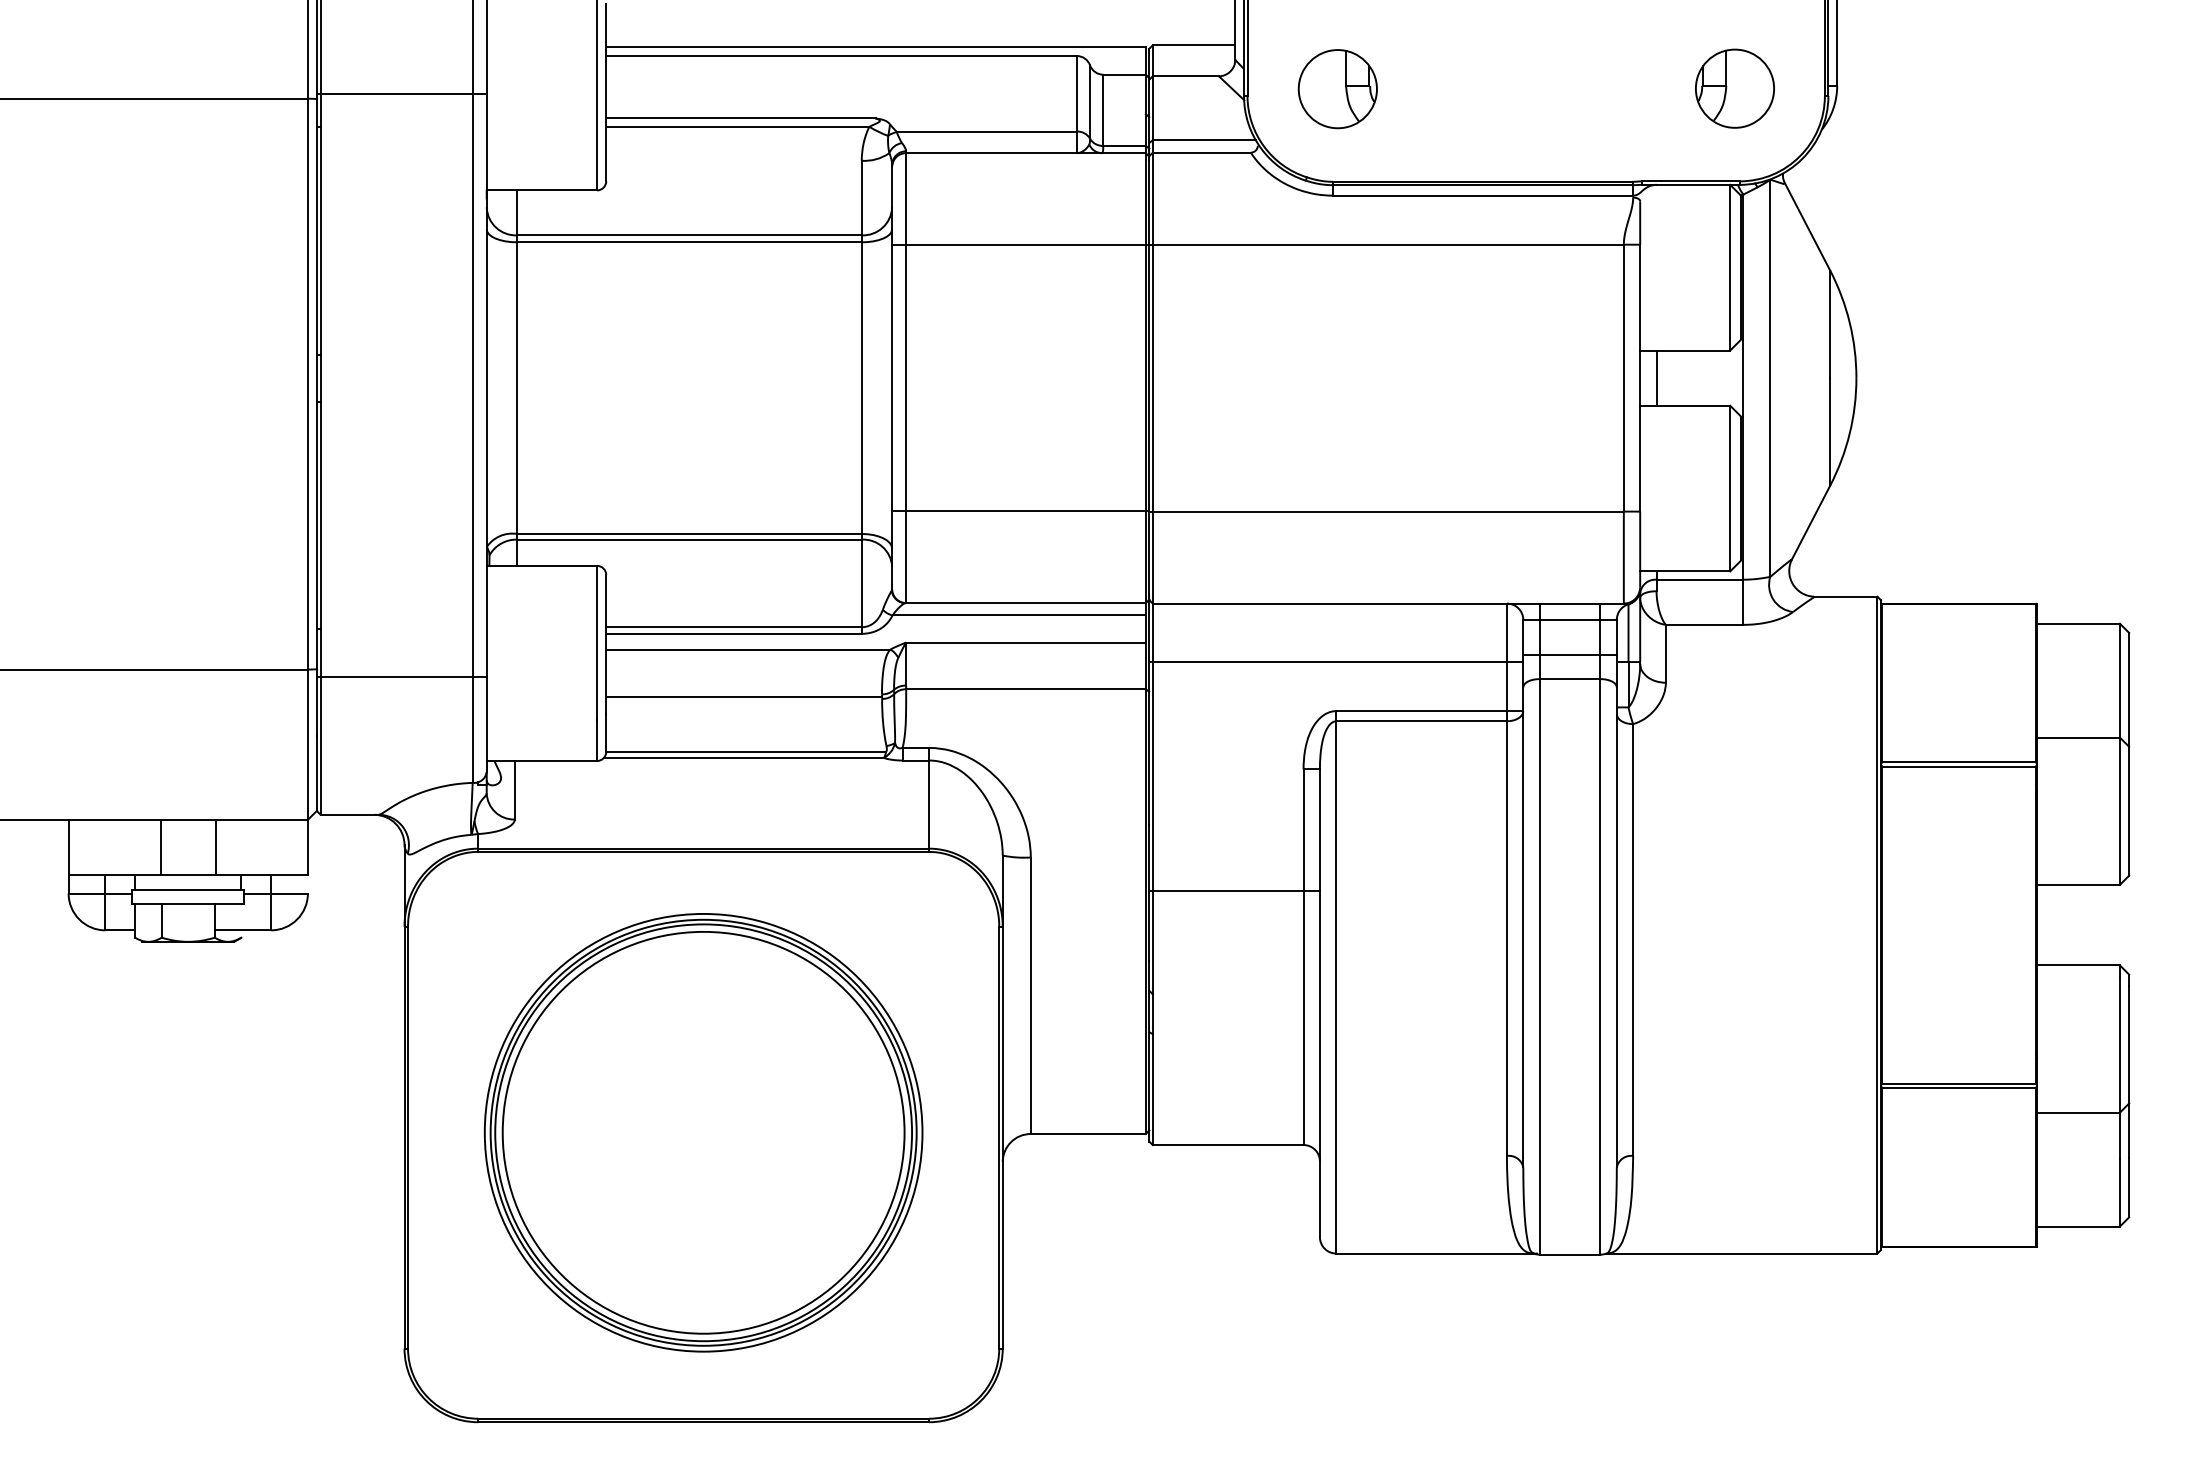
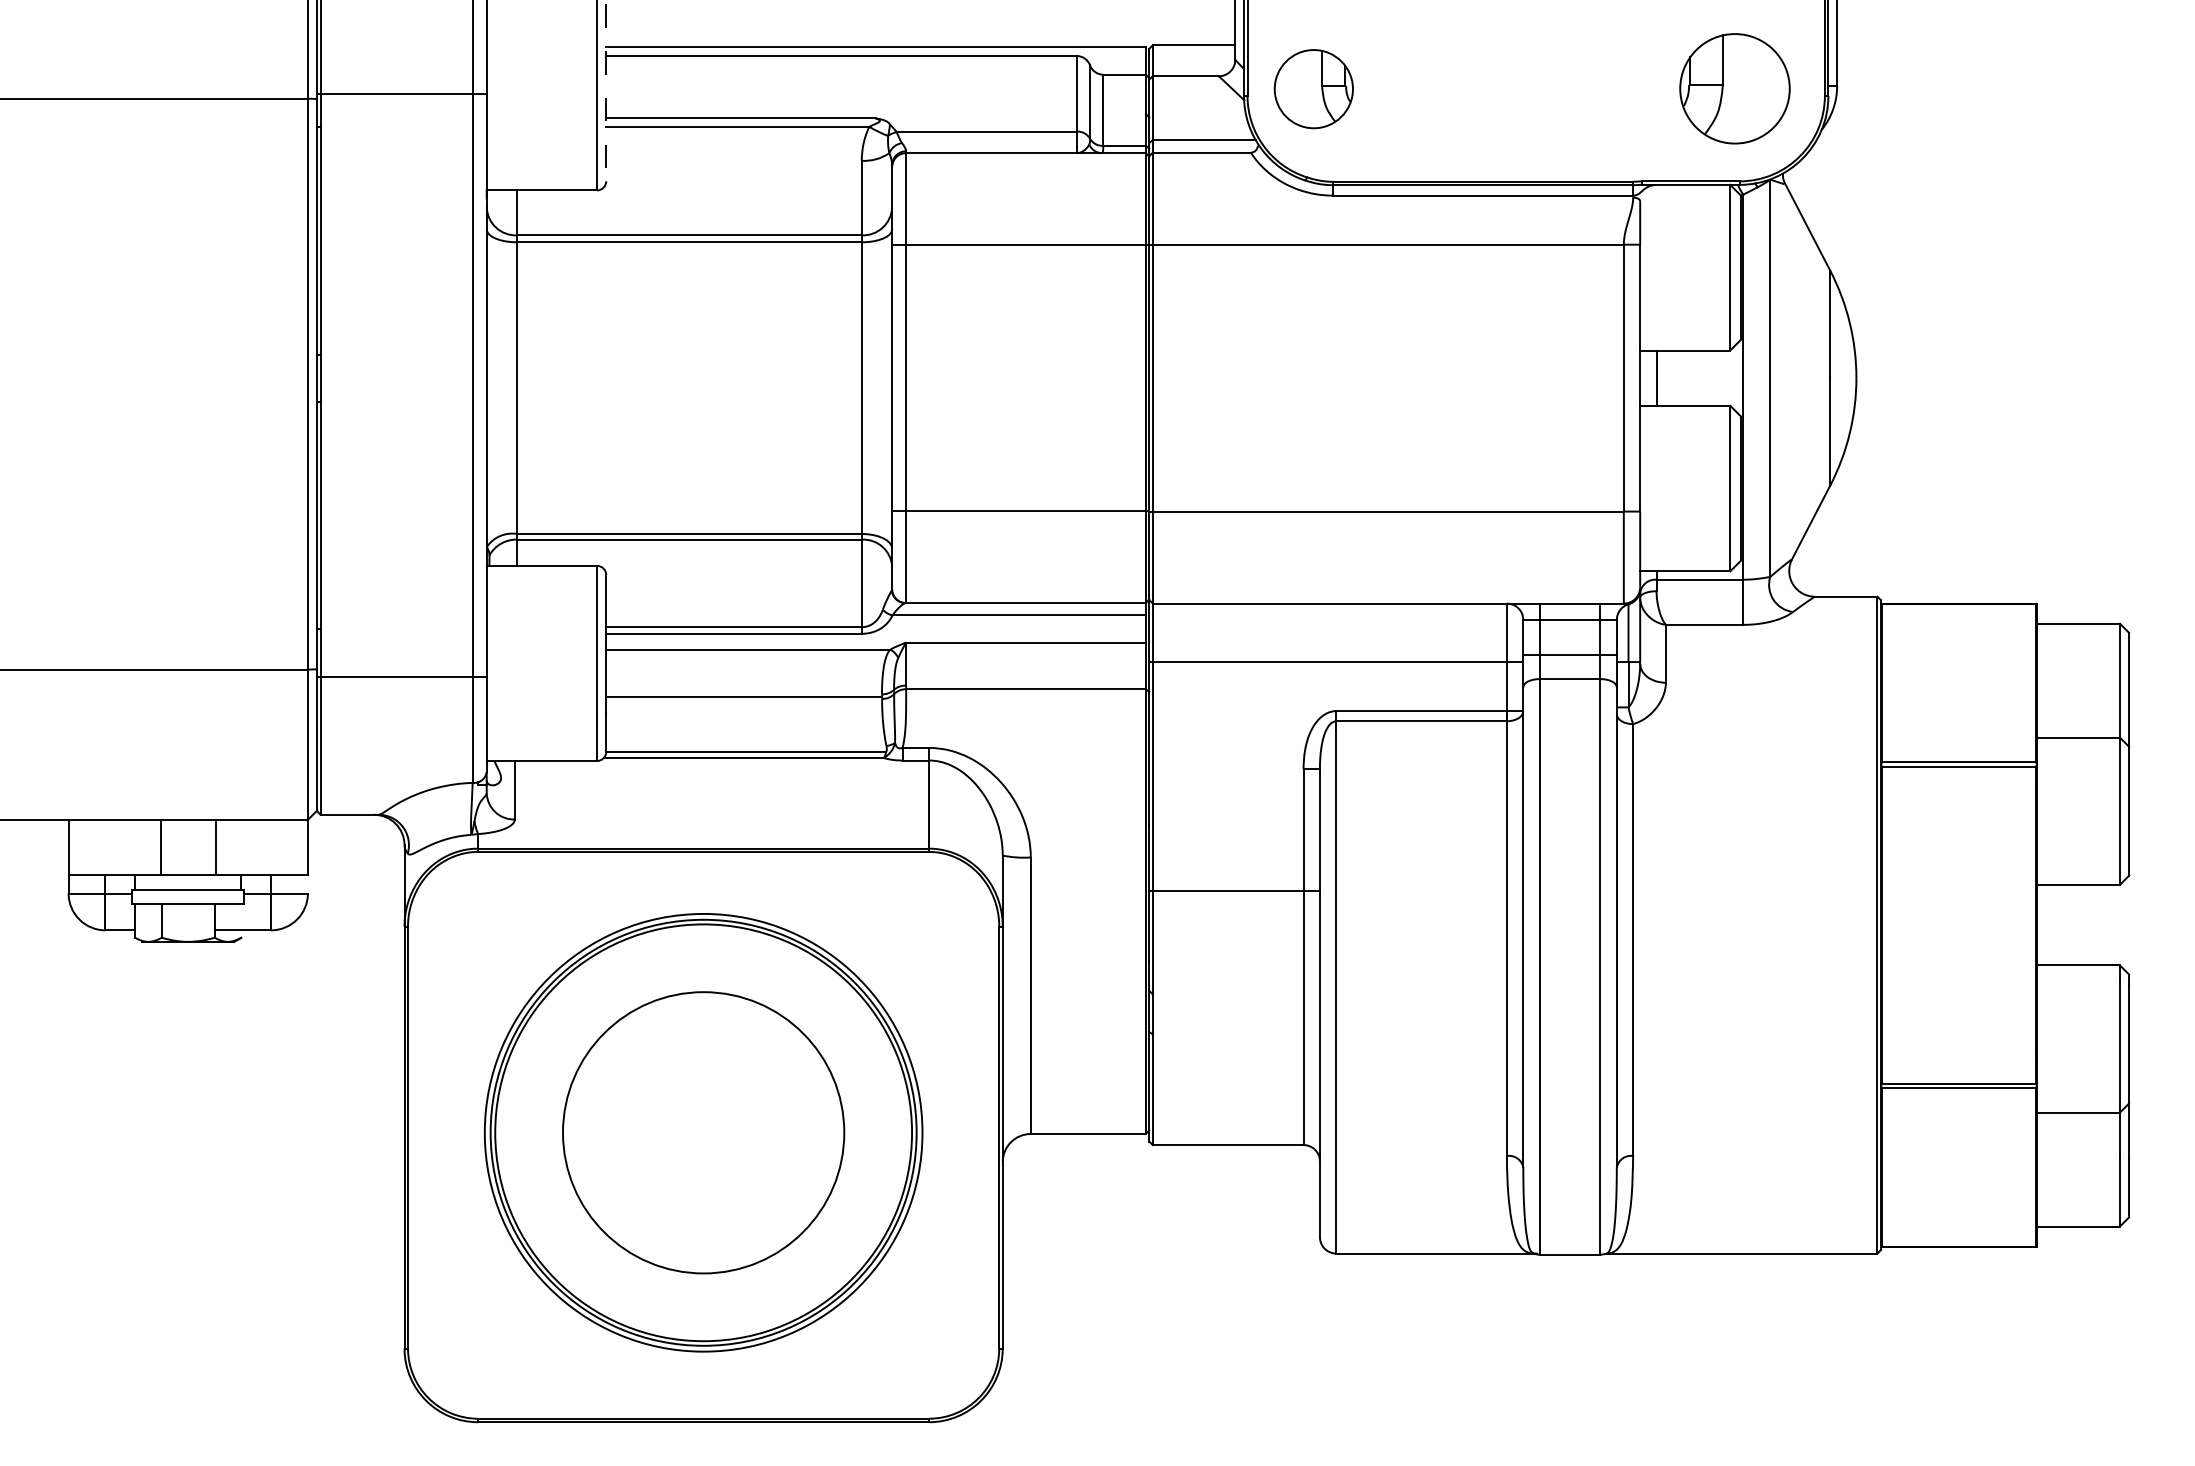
part at (1734, 88) size: 80x81 px -> 112x112 px
part at (1337, 89) position: (1337, 89) -> (1313, 89)
line at (606, 93): solid -> dashed
circle at (703, 1132) diameter: 402 px -> 281 px
